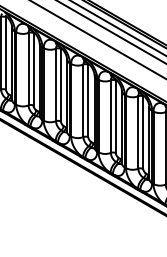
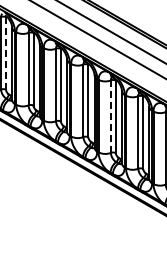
line at (117, 28): present -> none
line at (6, 53): solid -> dashed
line at (110, 117): solid -> dashed
